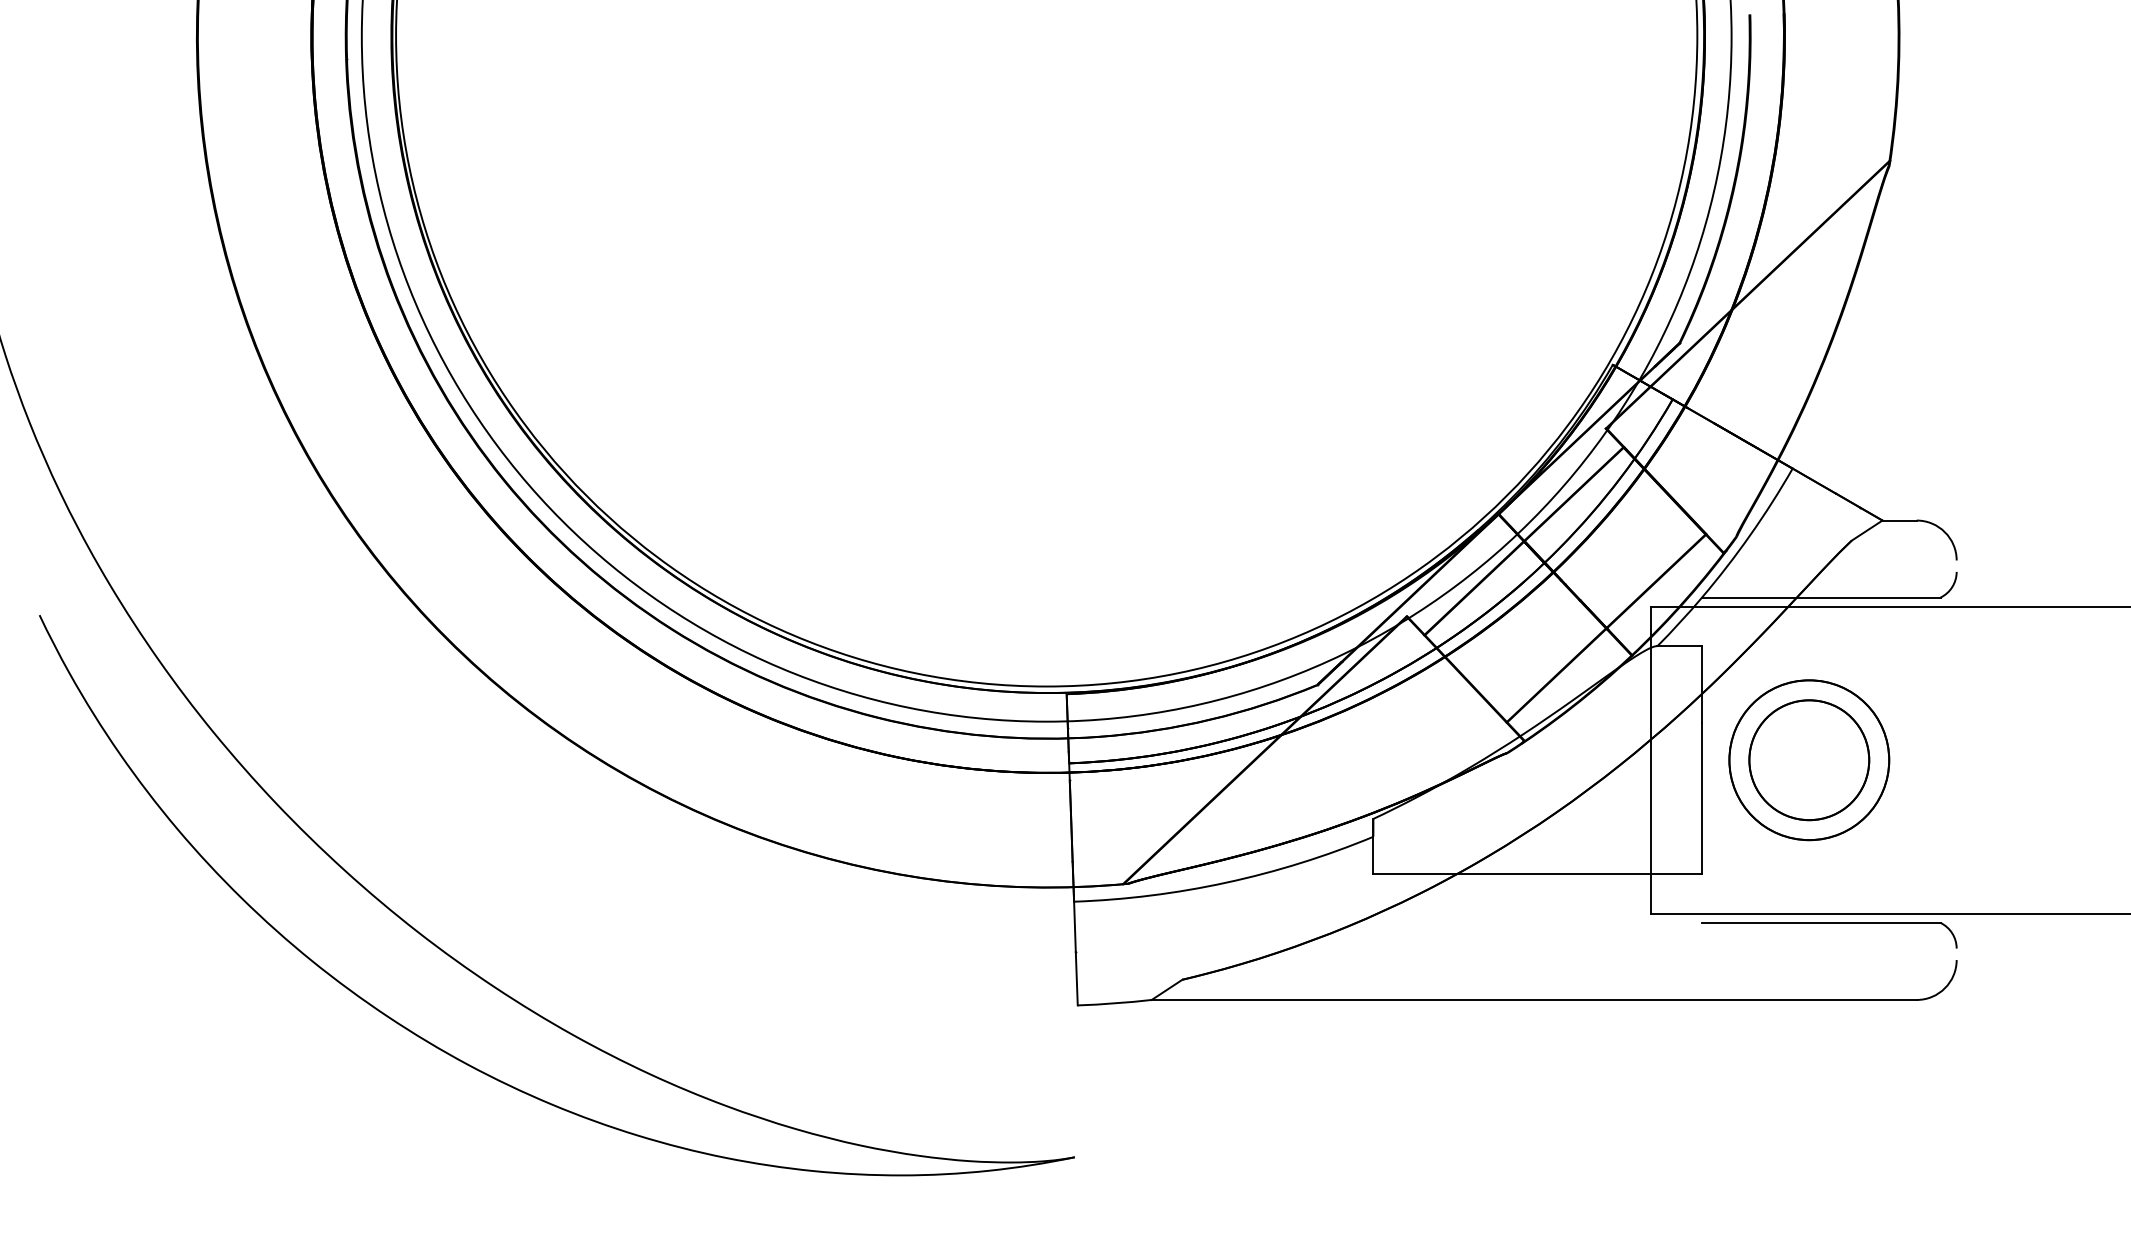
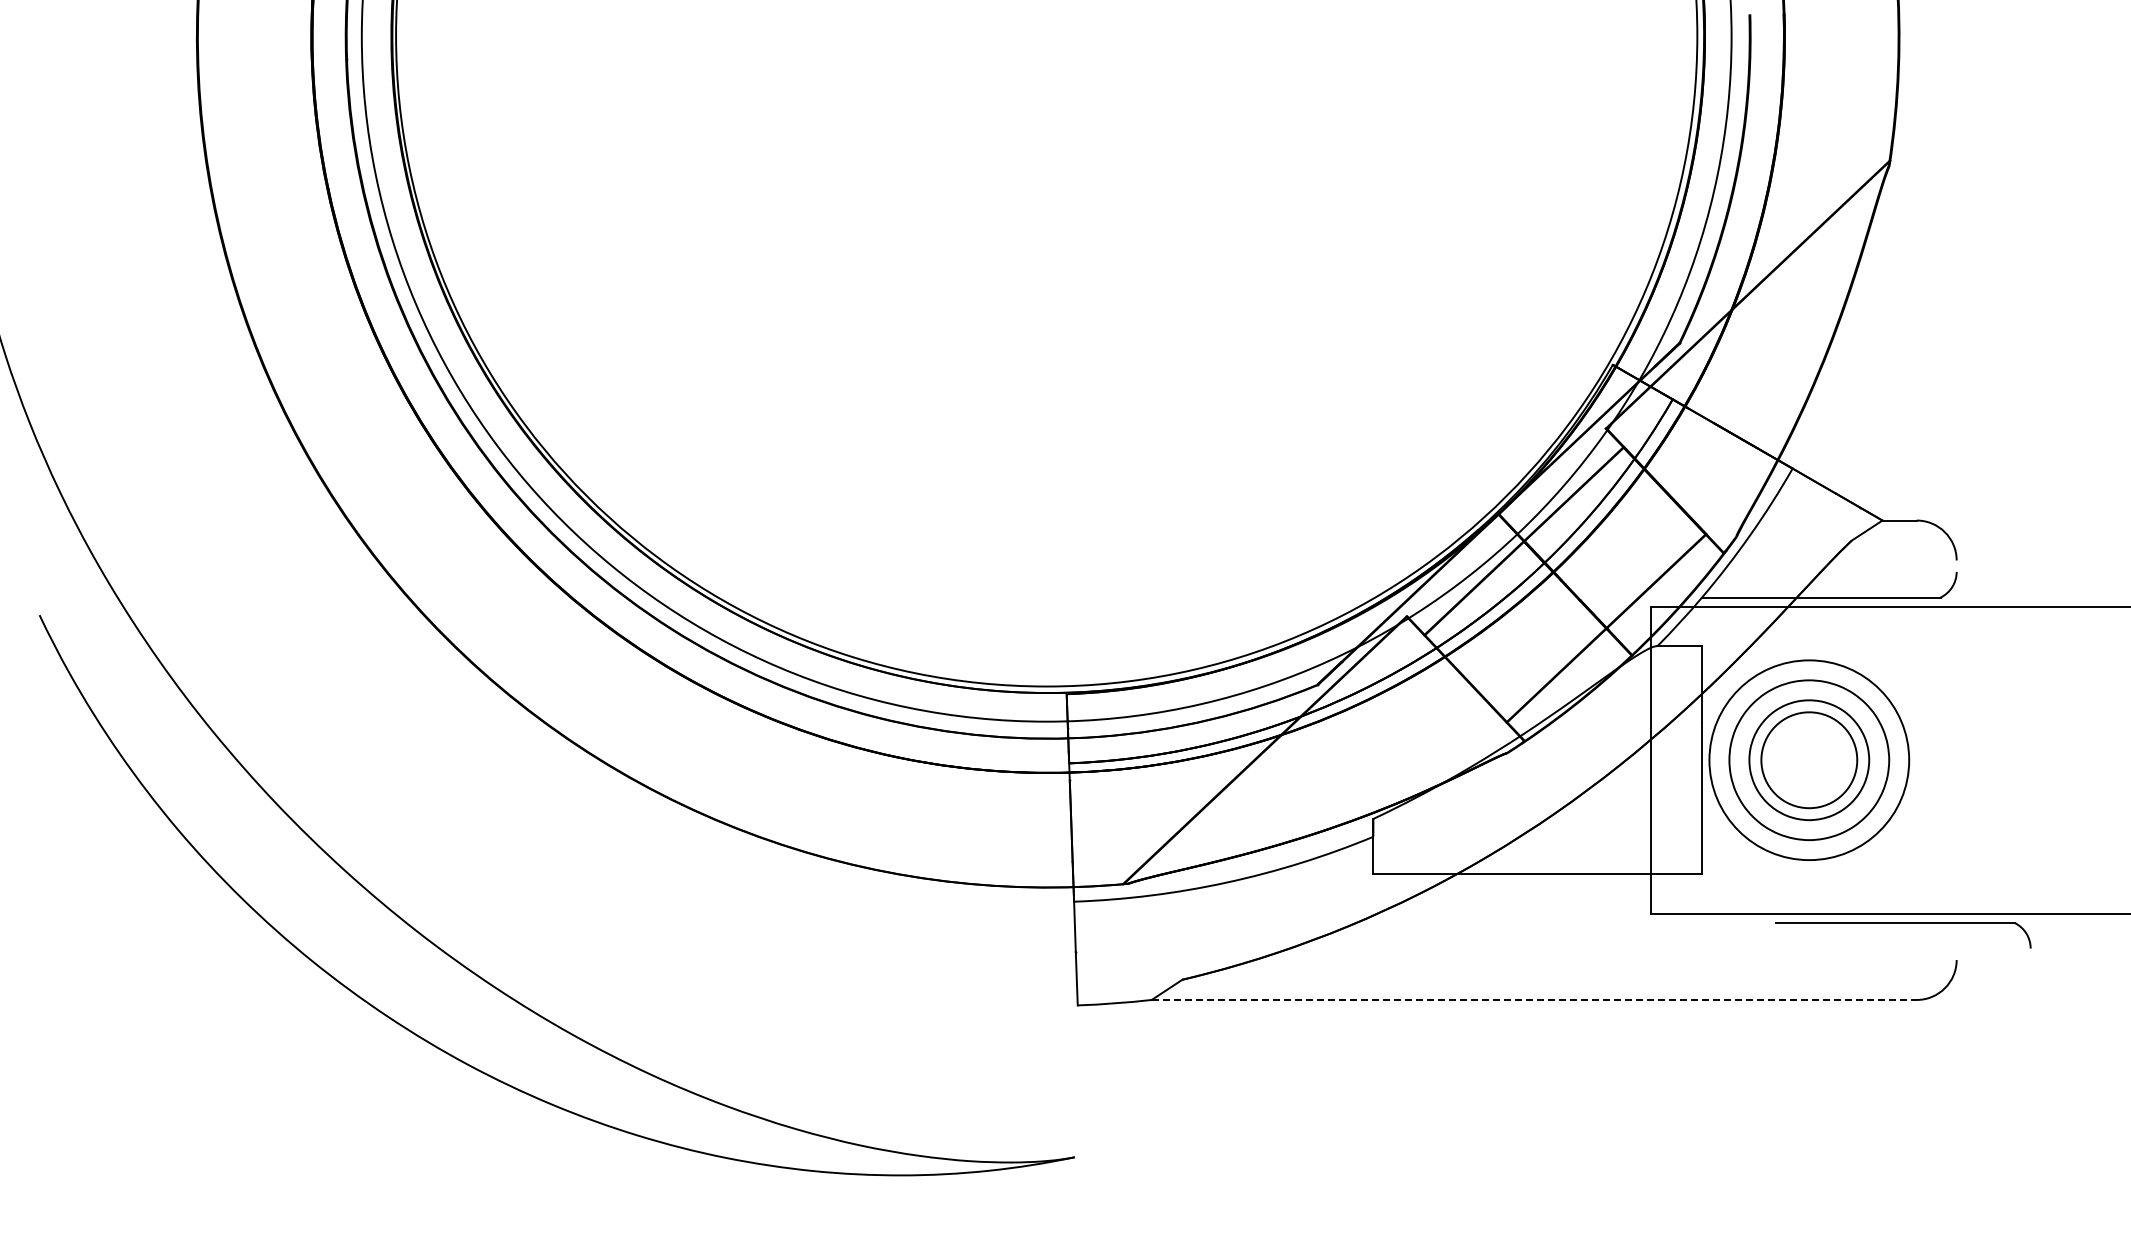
circle at (1809, 760) diameter: 120 px -> 96 px
circle at (1809, 760) diameter: 160 px -> 200 px
part at (1829, 923) position: (1829, 923) -> (1903, 923)
line at (1534, 999): solid -> dashed
